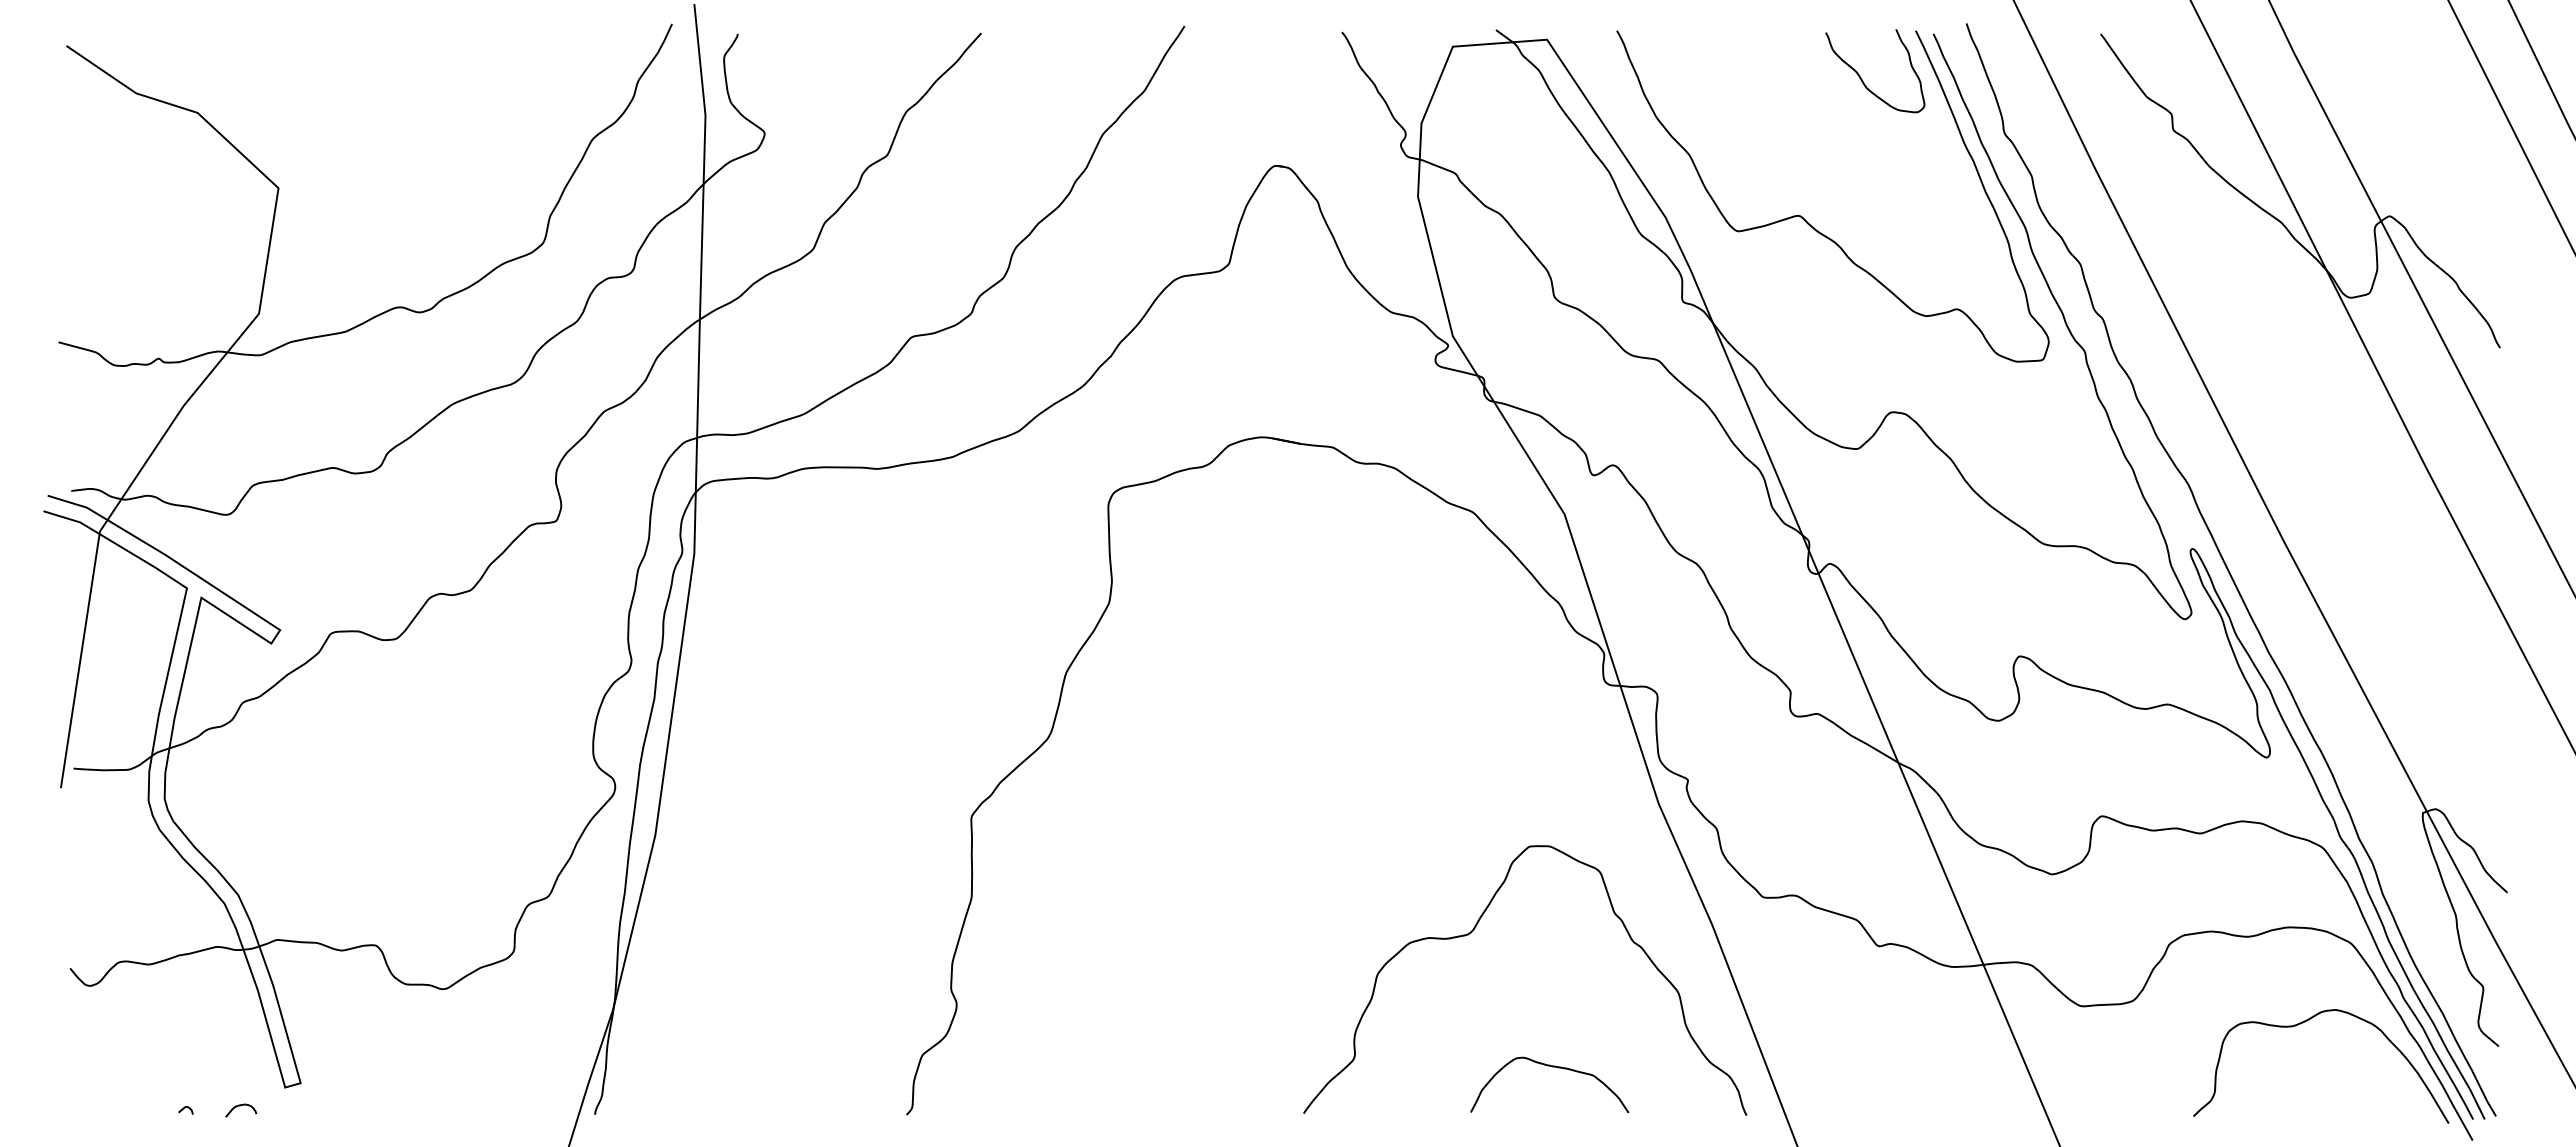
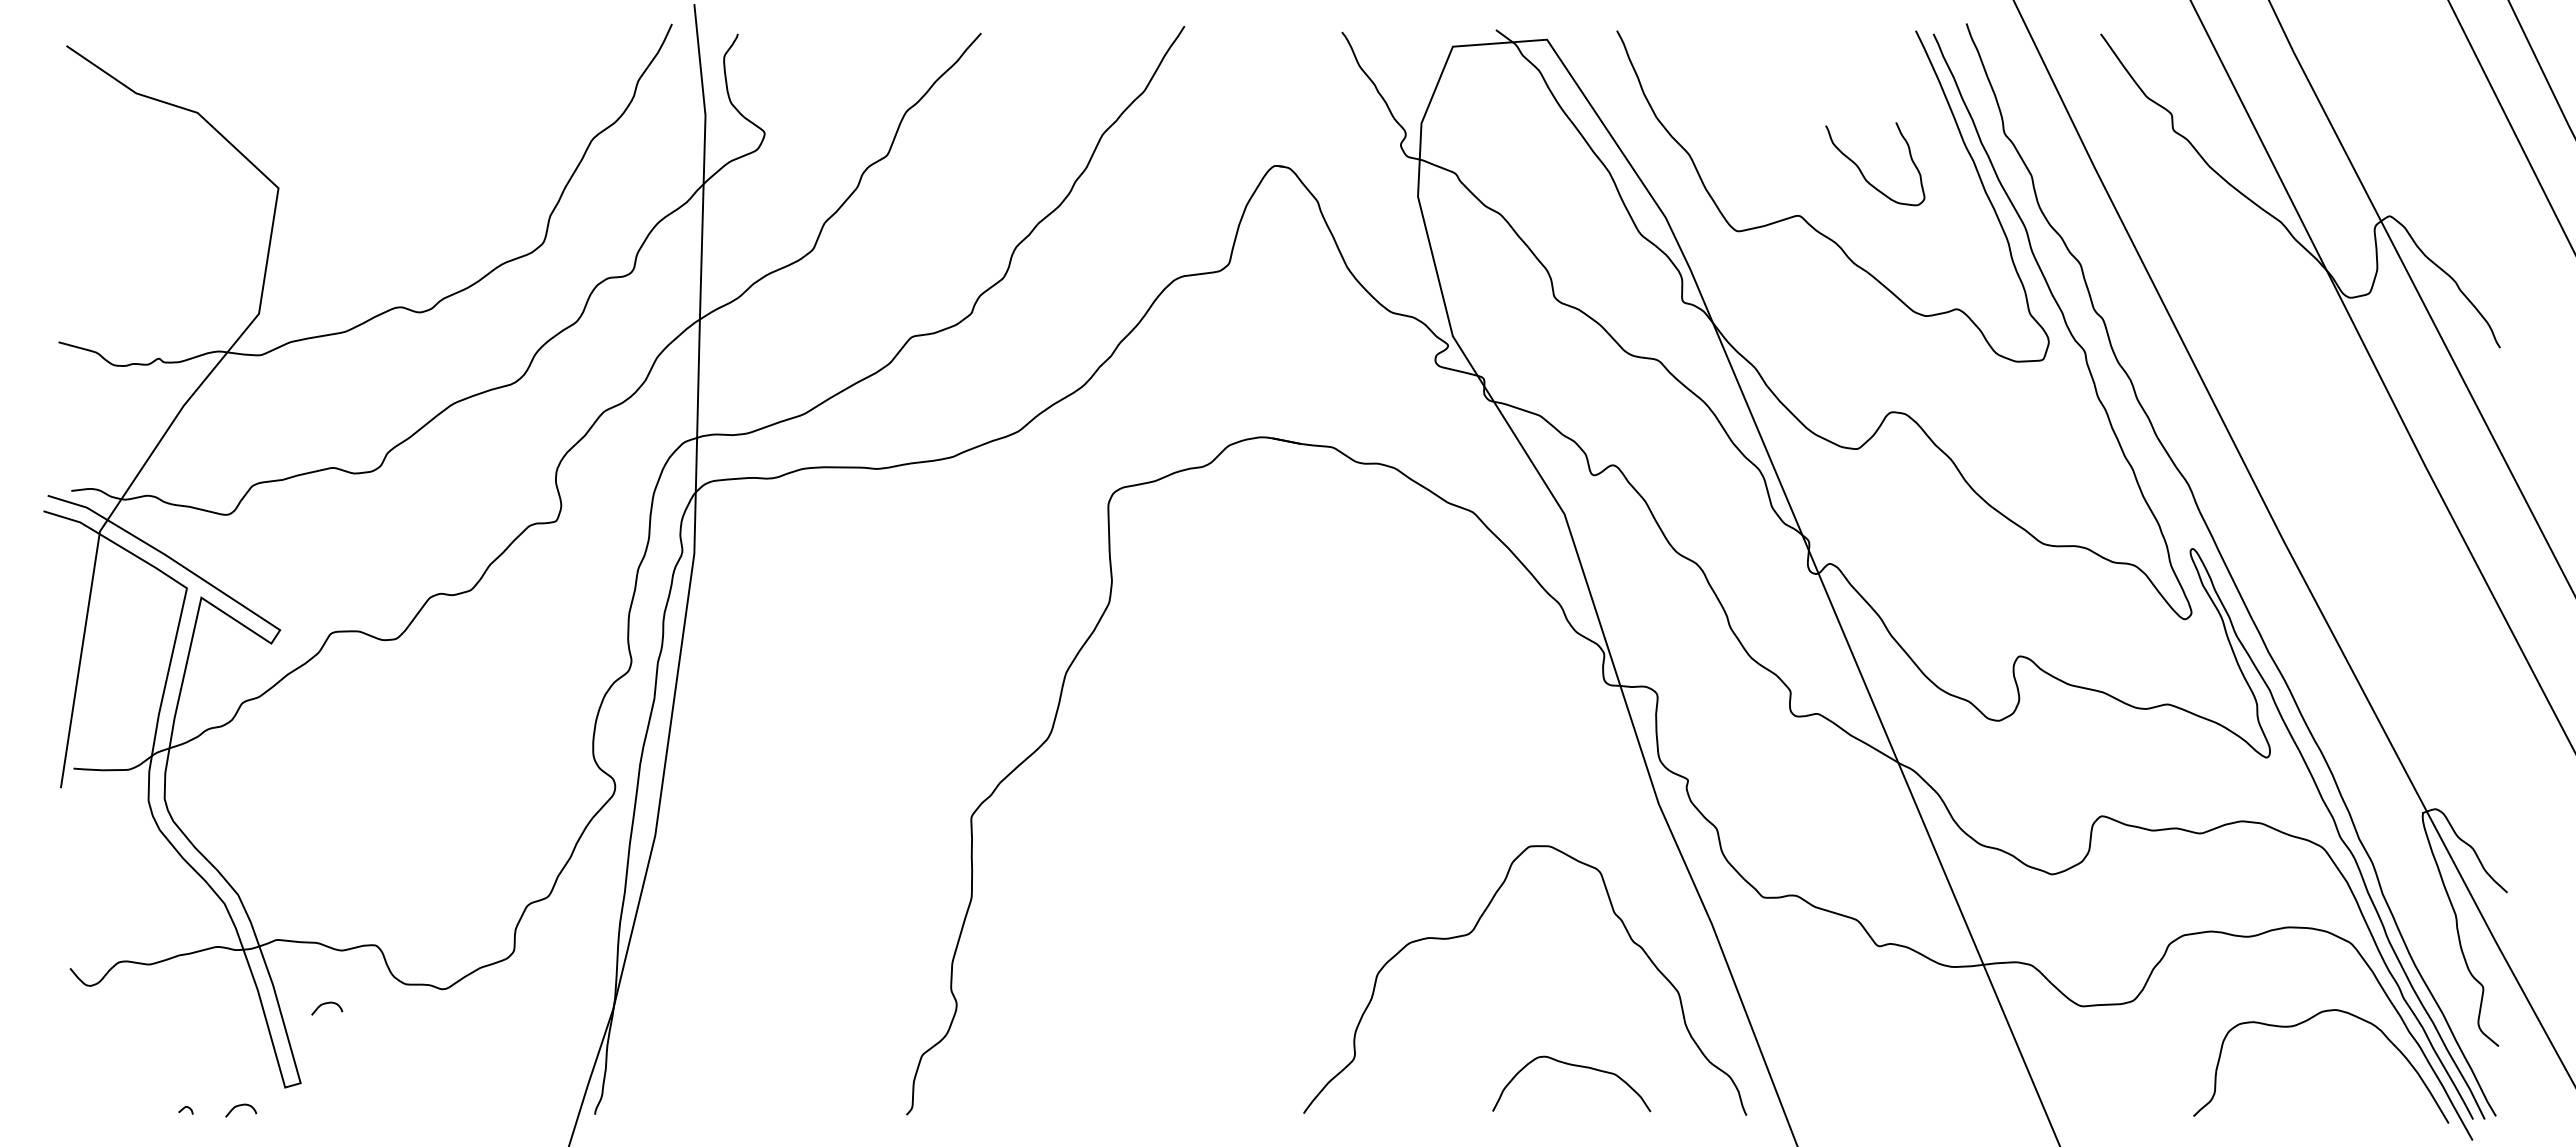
curve at (1861, 77) position: (1861, 77) -> (1861, 170)
curve at (326, 1004): none -> present
curve at (1552, 1067) position: (1552, 1067) -> (1574, 1066)
